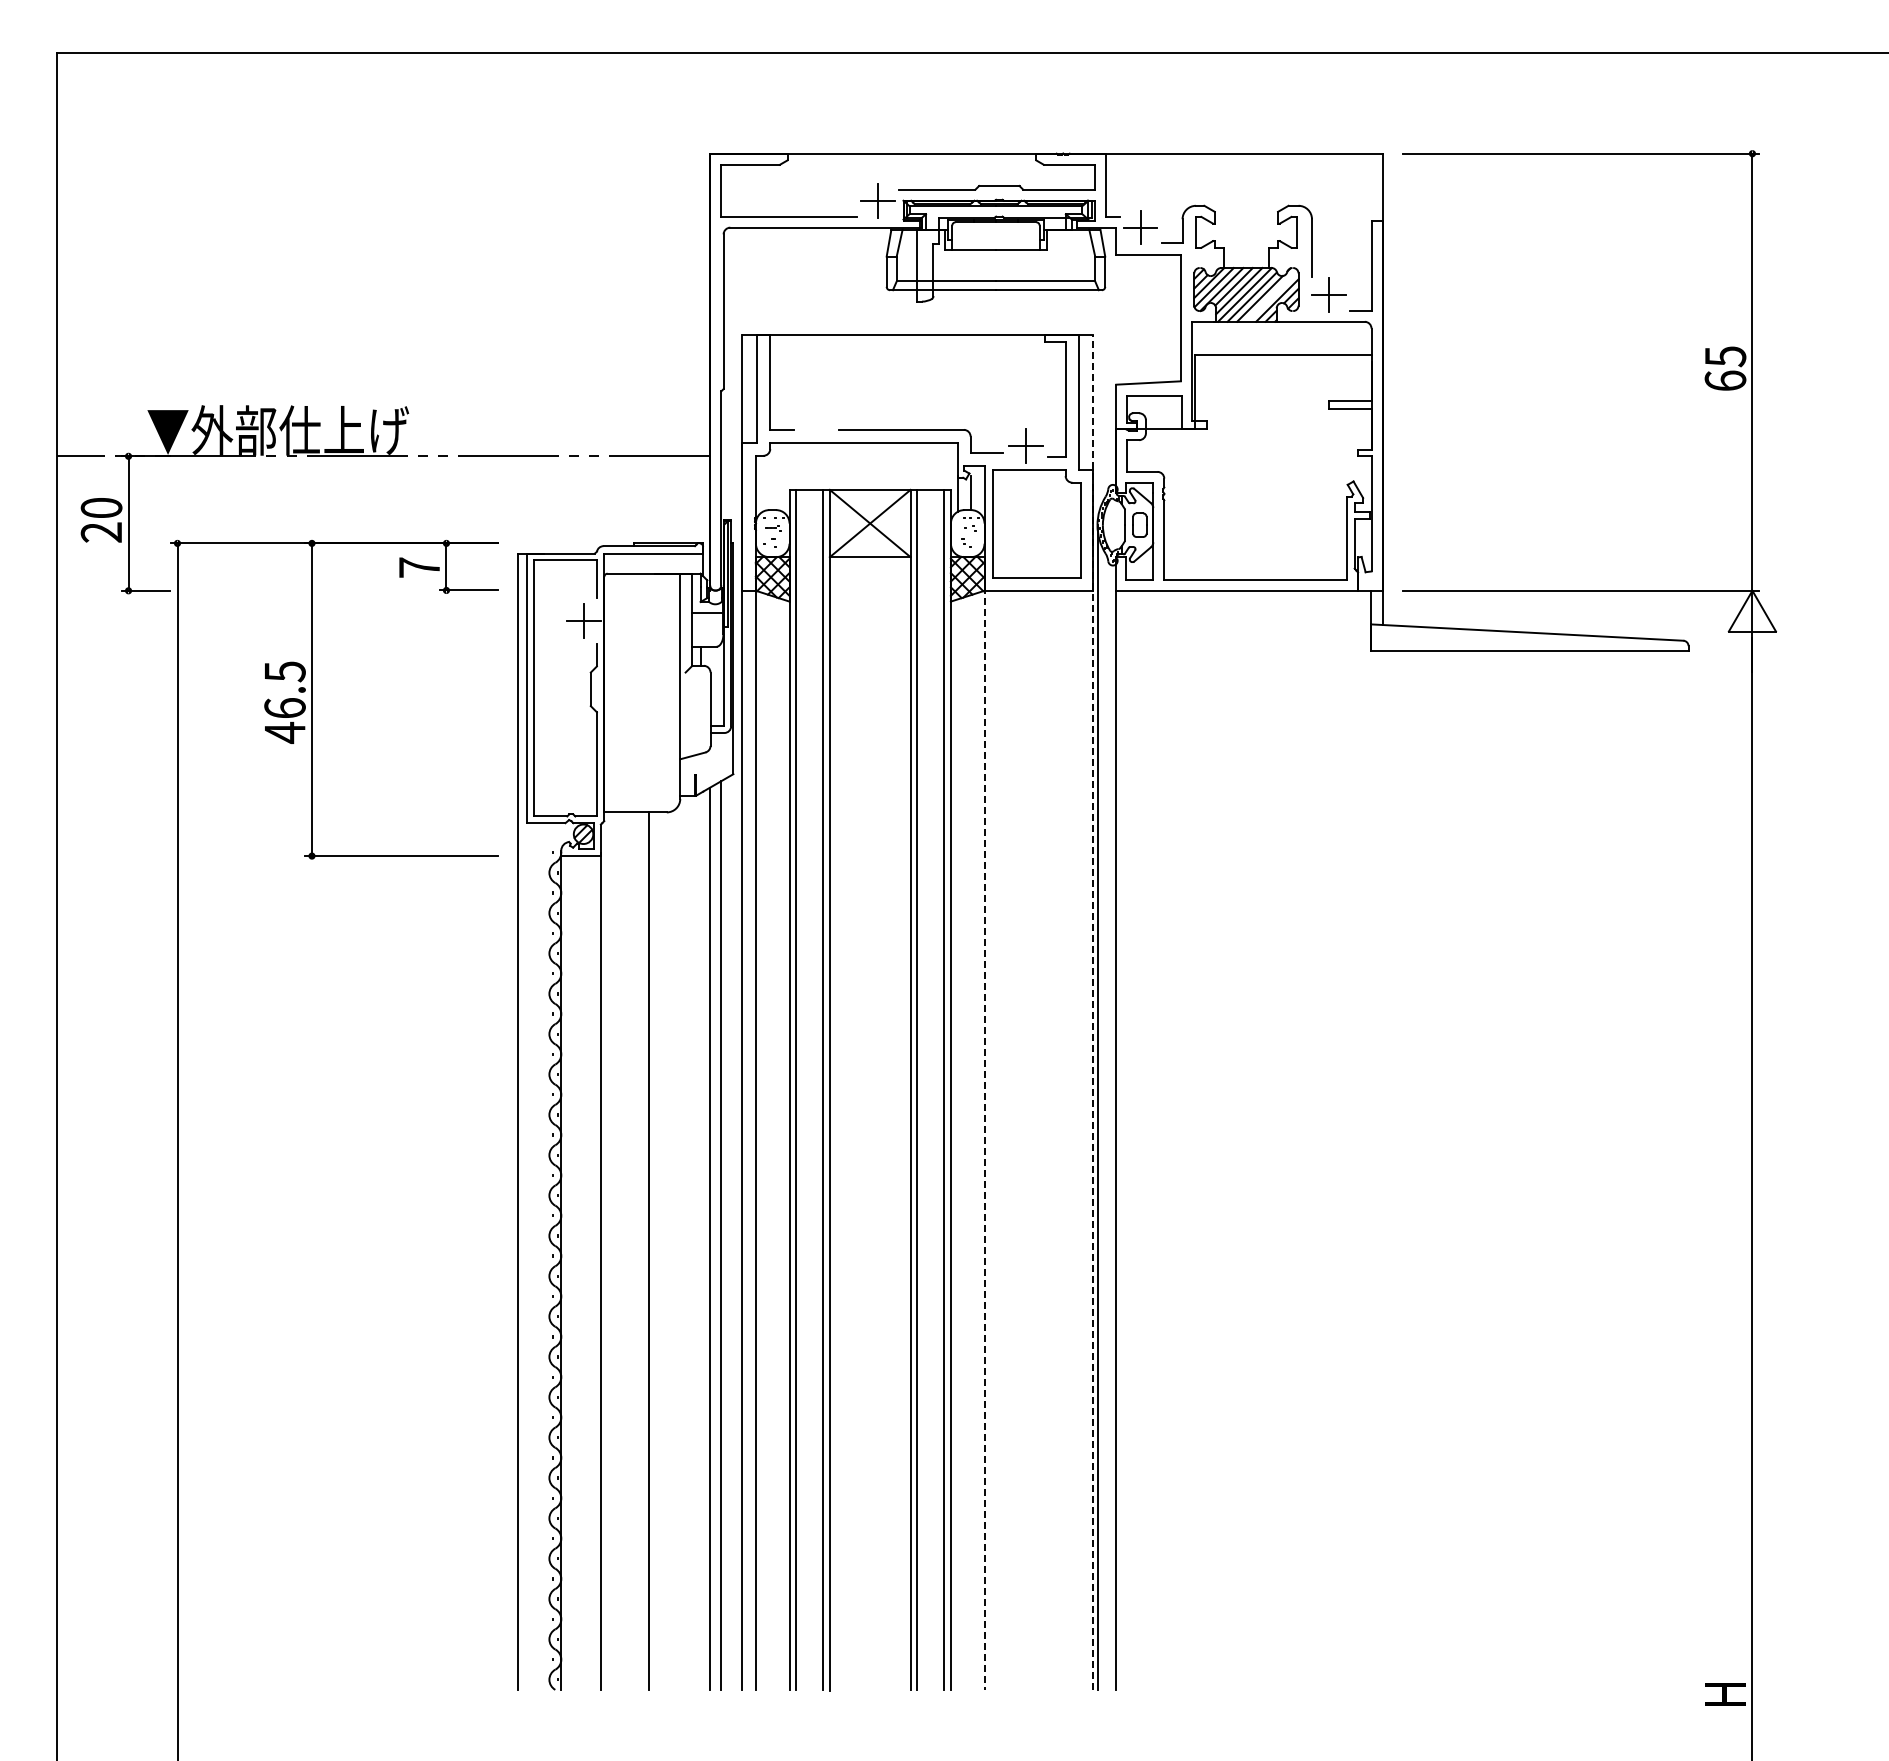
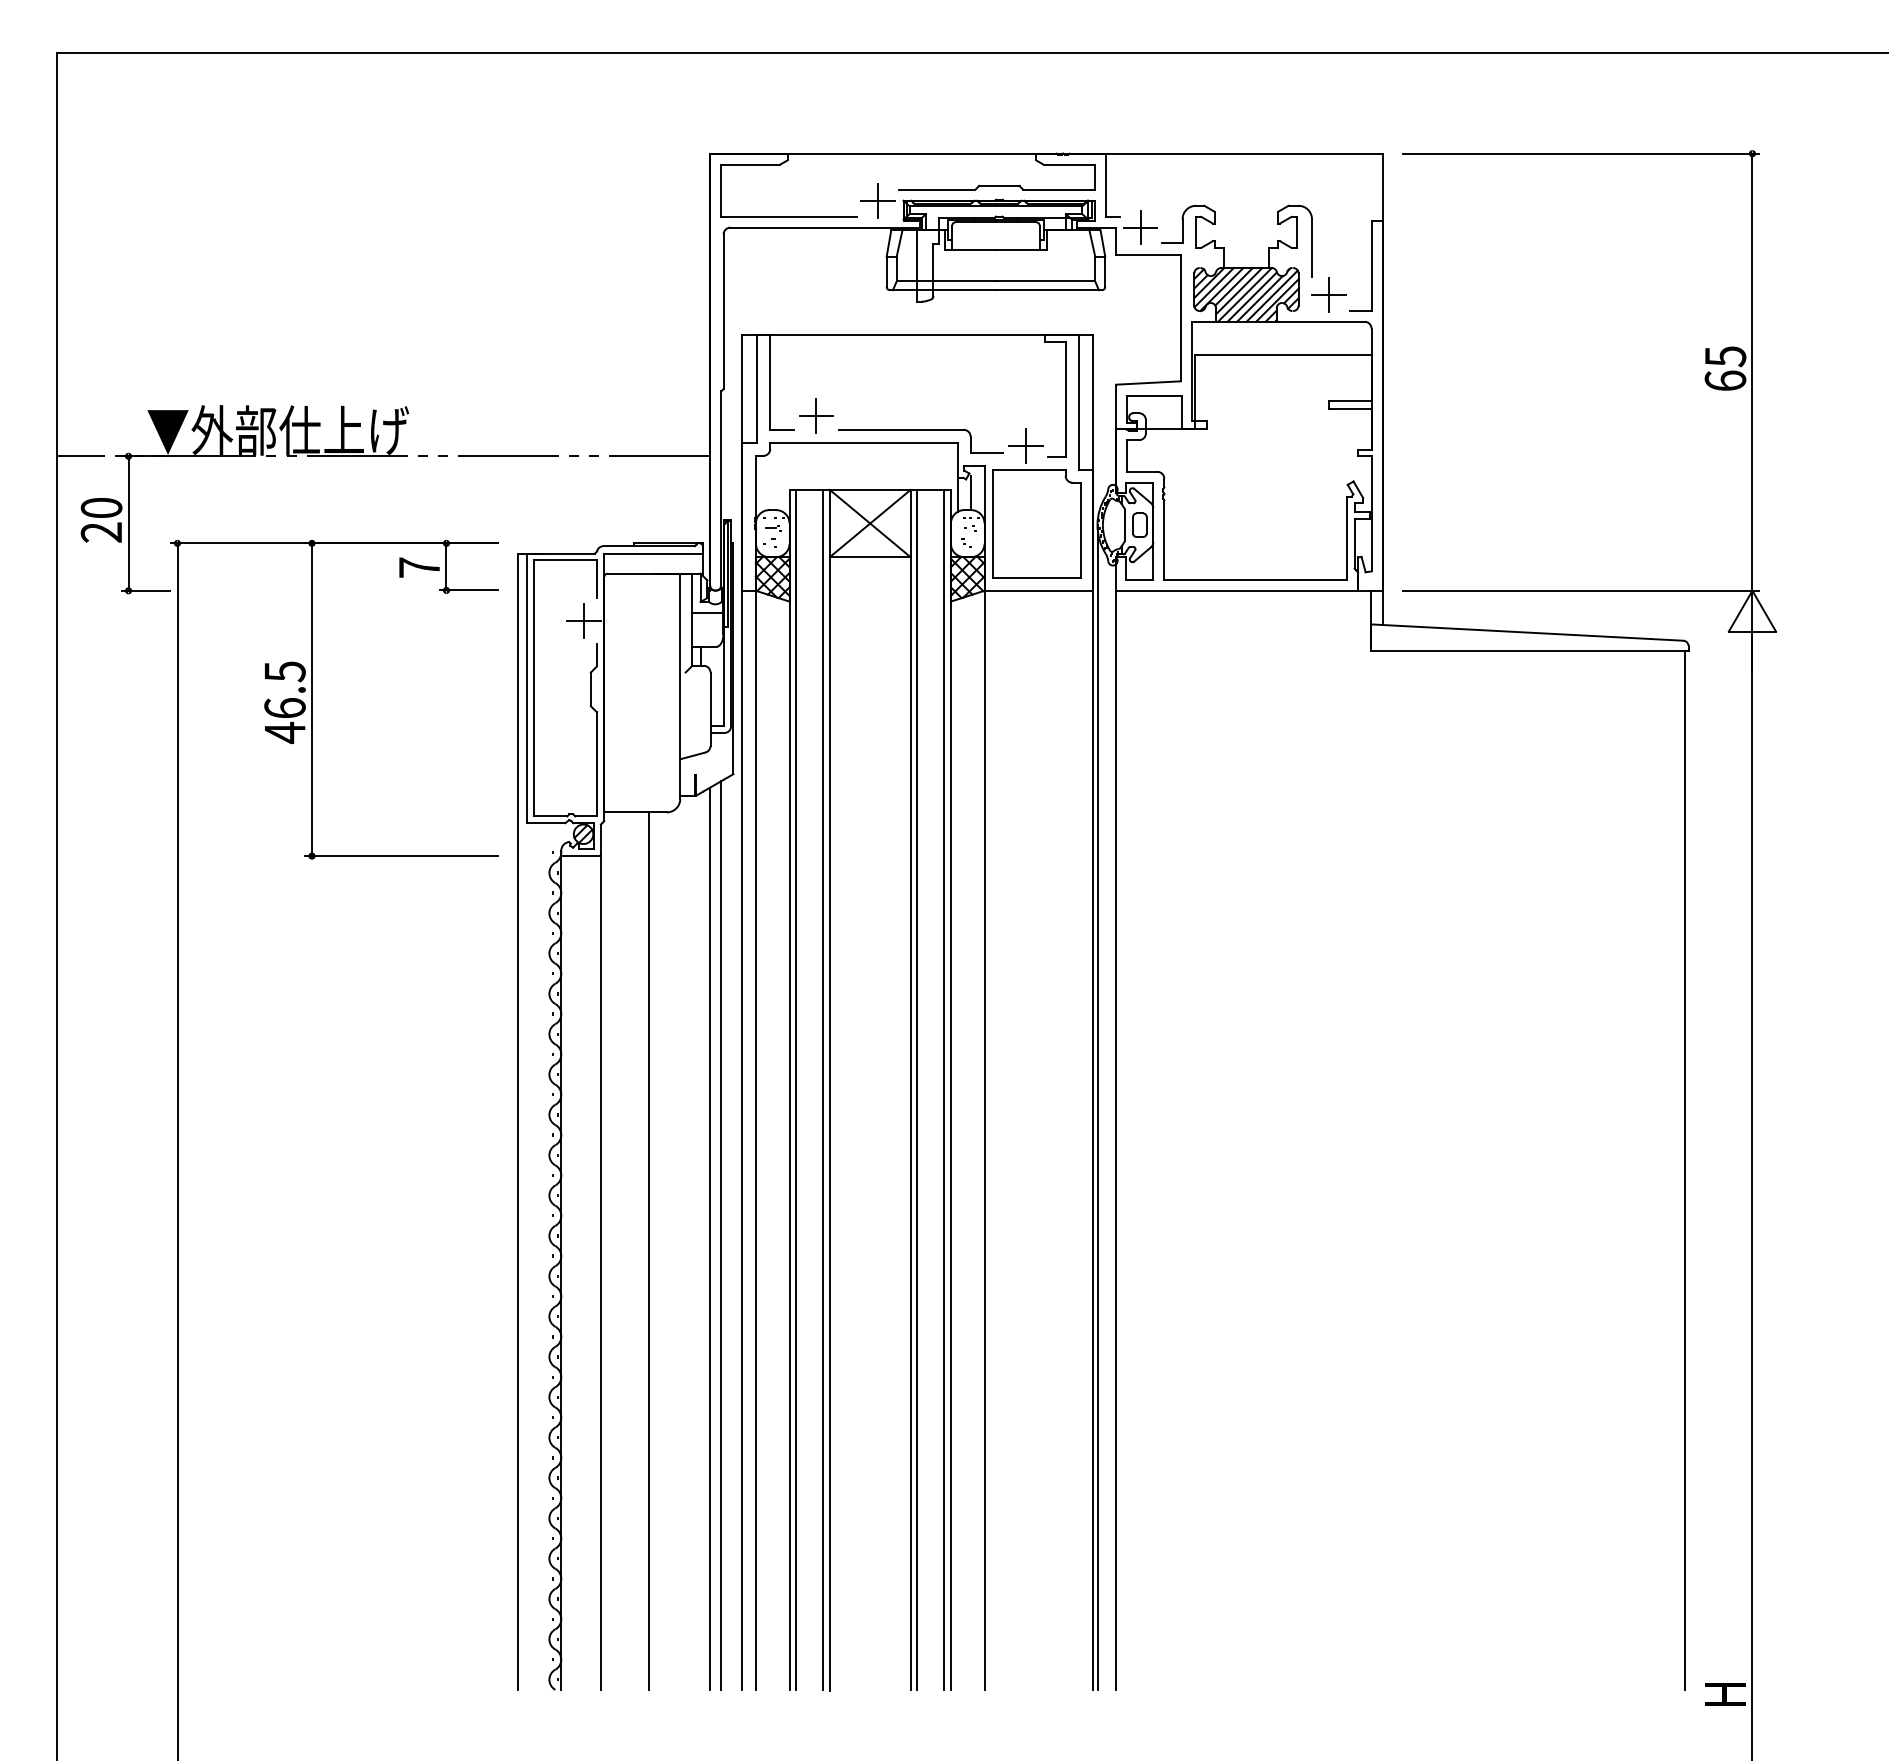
line at (1271, 295): none -> present
part at (816, 415): none -> present
line at (1093, 1012): dashed -> solid
line at (984, 1139): dashed -> solid
line at (1685, 1170): none -> present
